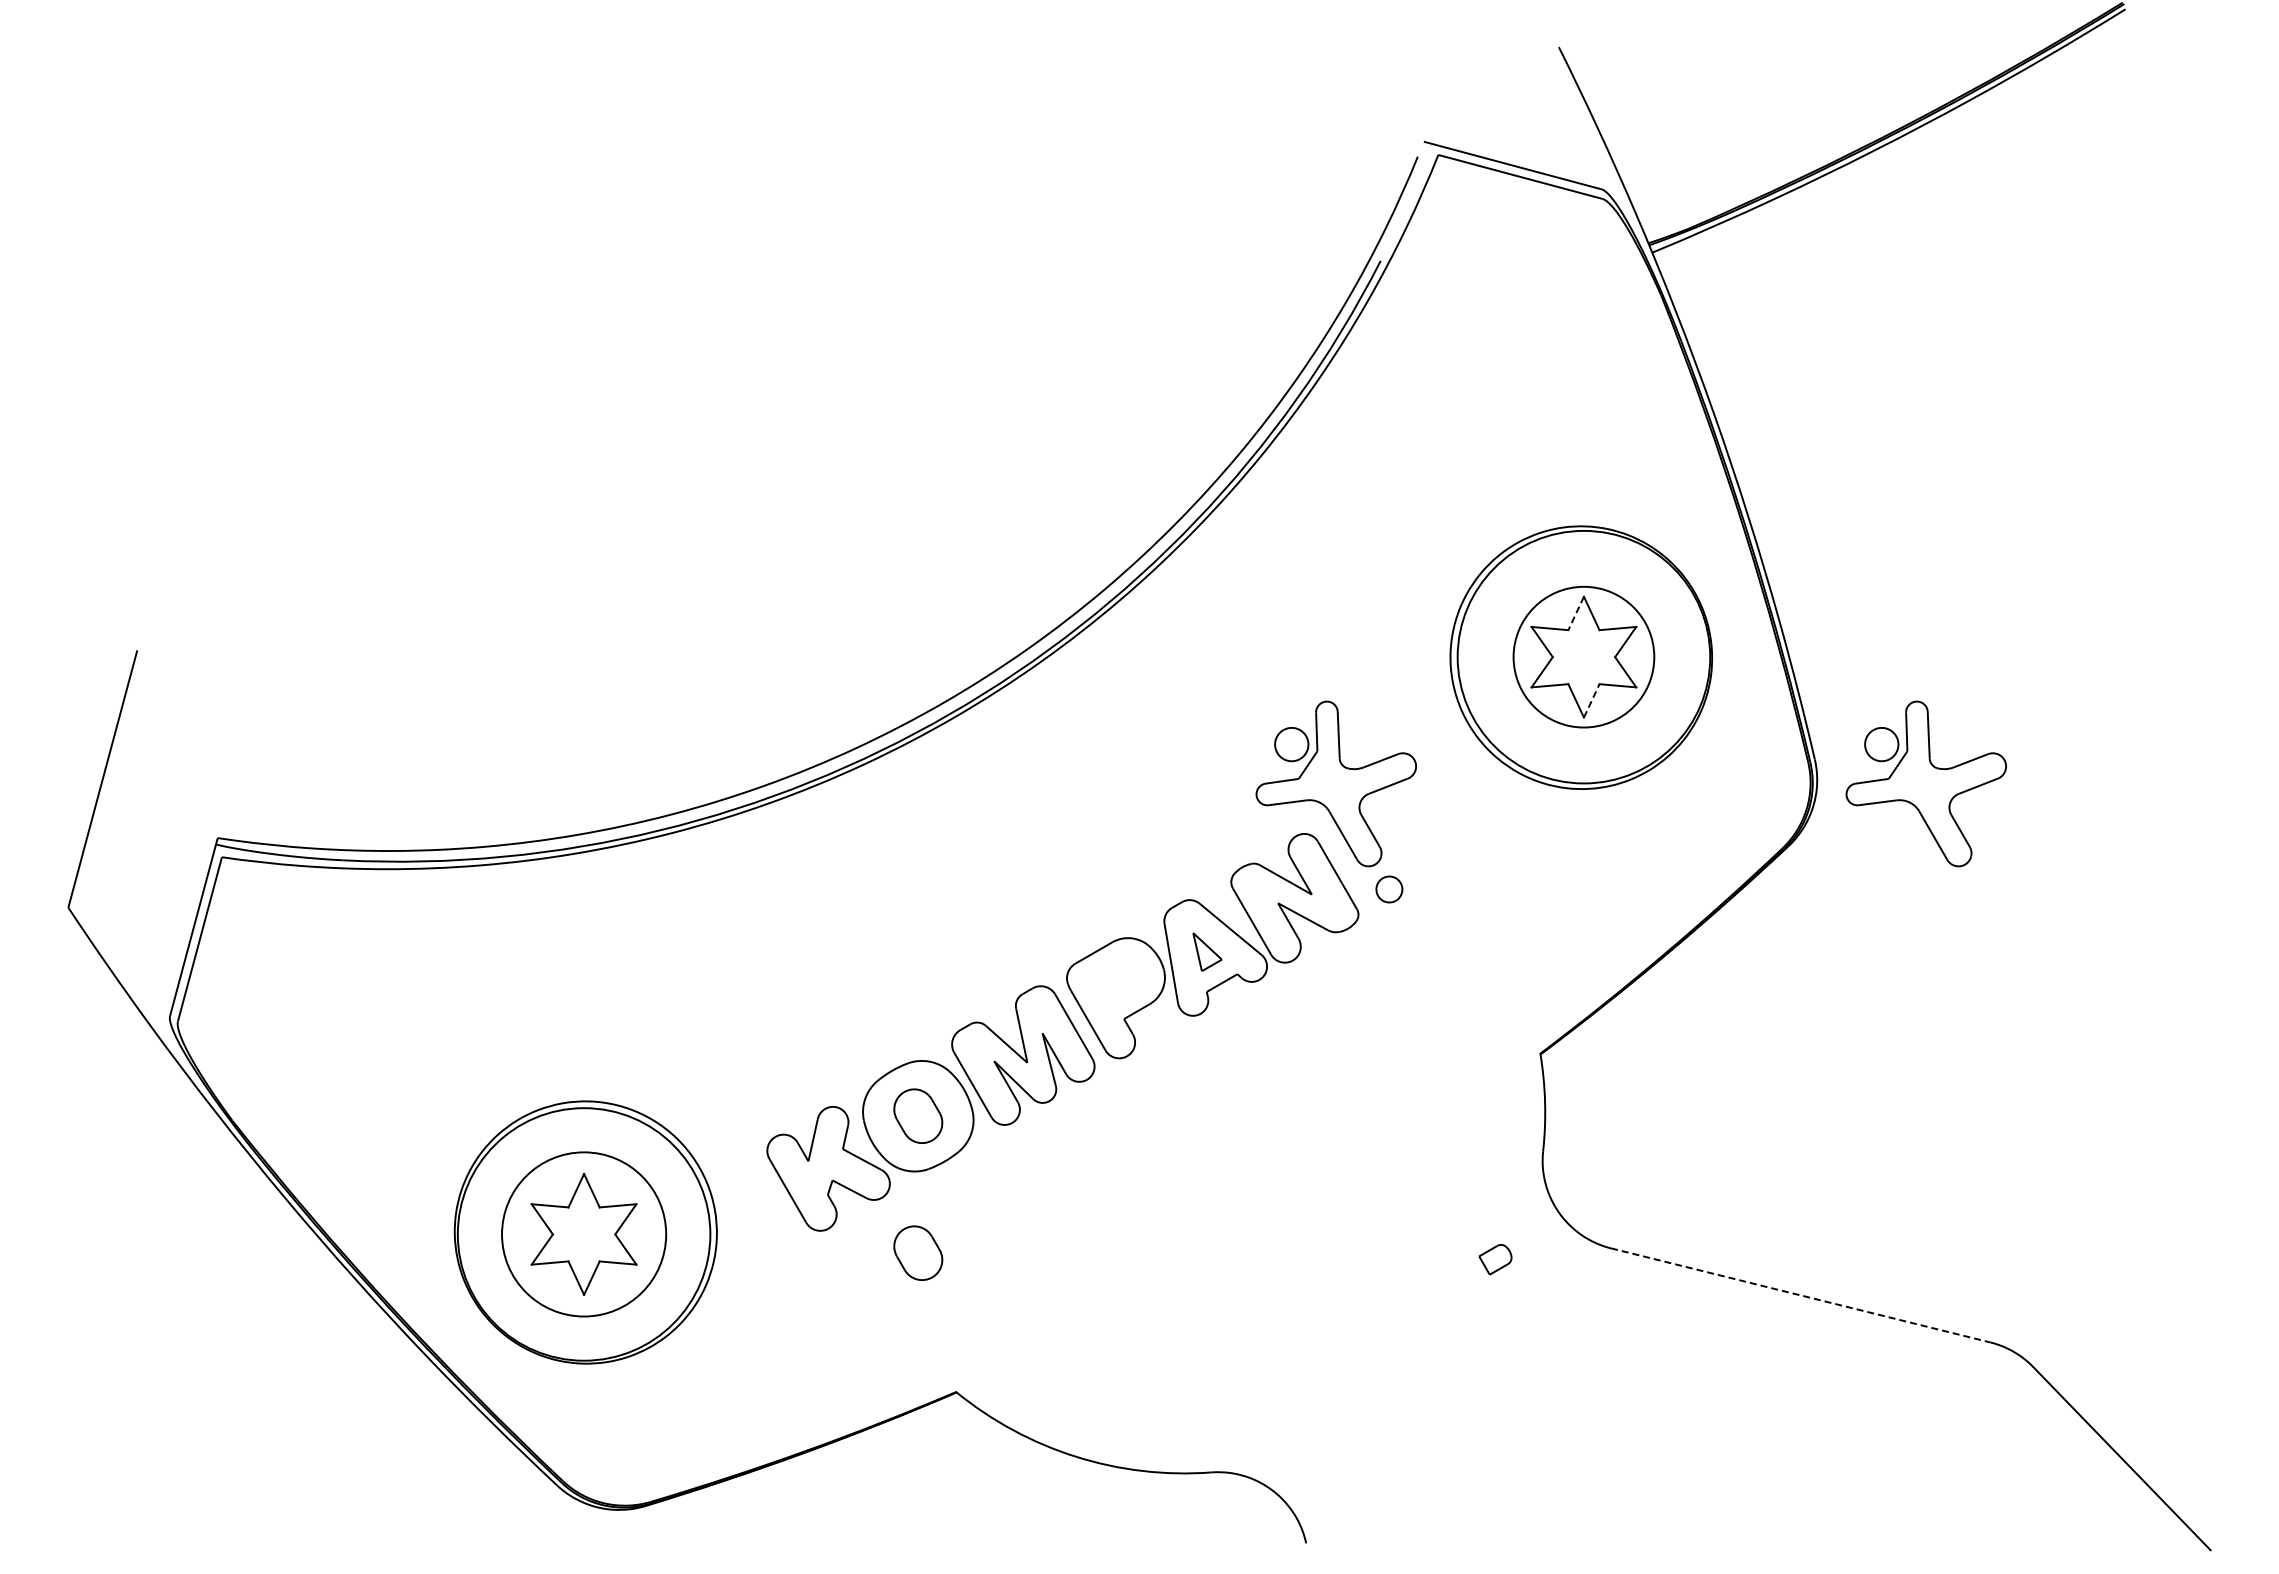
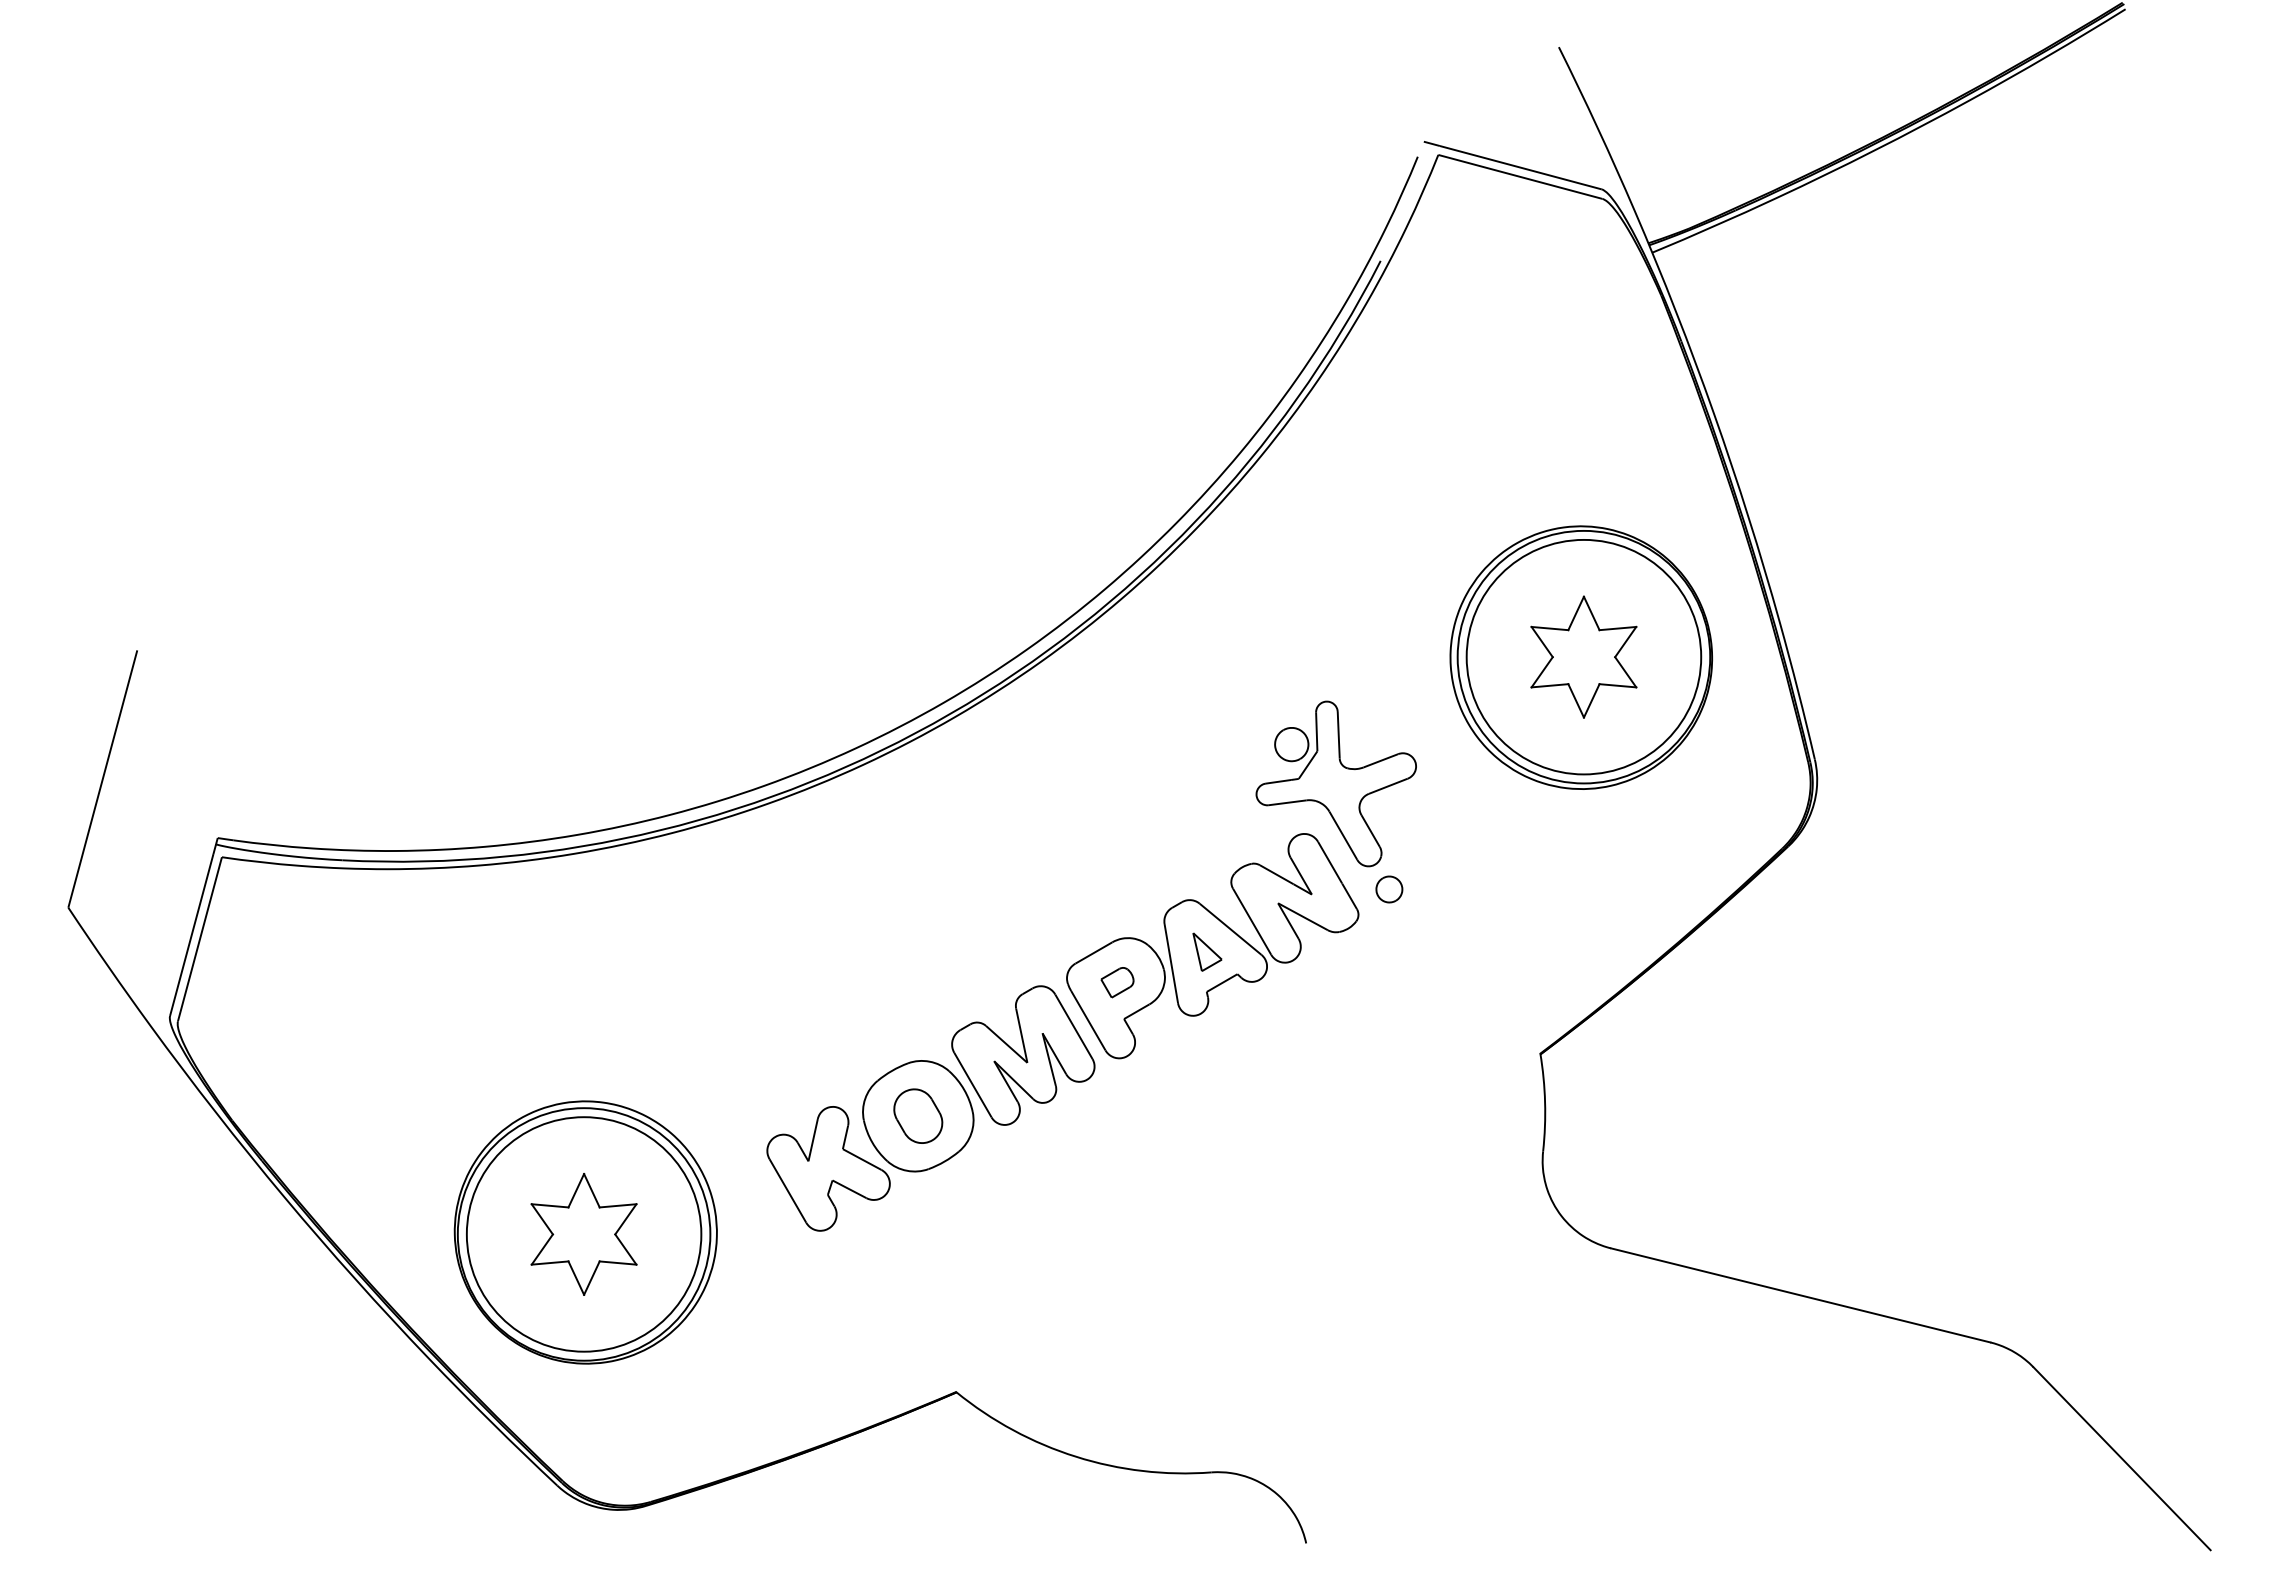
line at (1575, 613): dashed -> solid
circle at (1583, 656) diameter: 141 px -> 235 px
line at (1591, 700): dashed -> solid
part at (1925, 783): present -> none
circle at (584, 1234) diameter: 164 px -> 235 px
part at (918, 1252): present -> none
part at (1495, 1259) position: (1495, 1259) -> (1117, 982)
line at (1801, 1295): dashed -> solid
